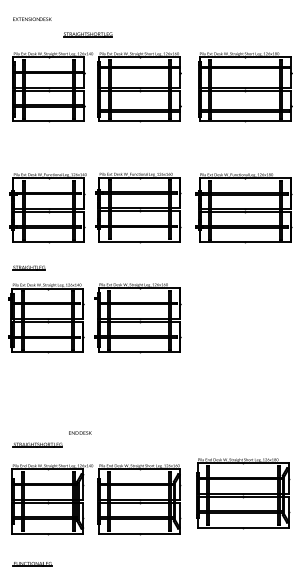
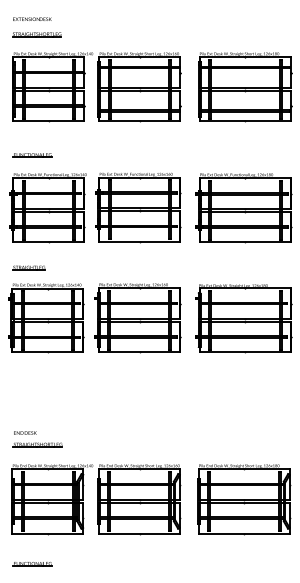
part at (87, 34) position: (87, 34) -> (36, 34)
line at (32, 155): none -> present
part at (243, 318): none -> present
text at (80, 432) position: (80, 432) -> (25, 432)
part at (243, 493) position: (243, 493) -> (244, 499)
